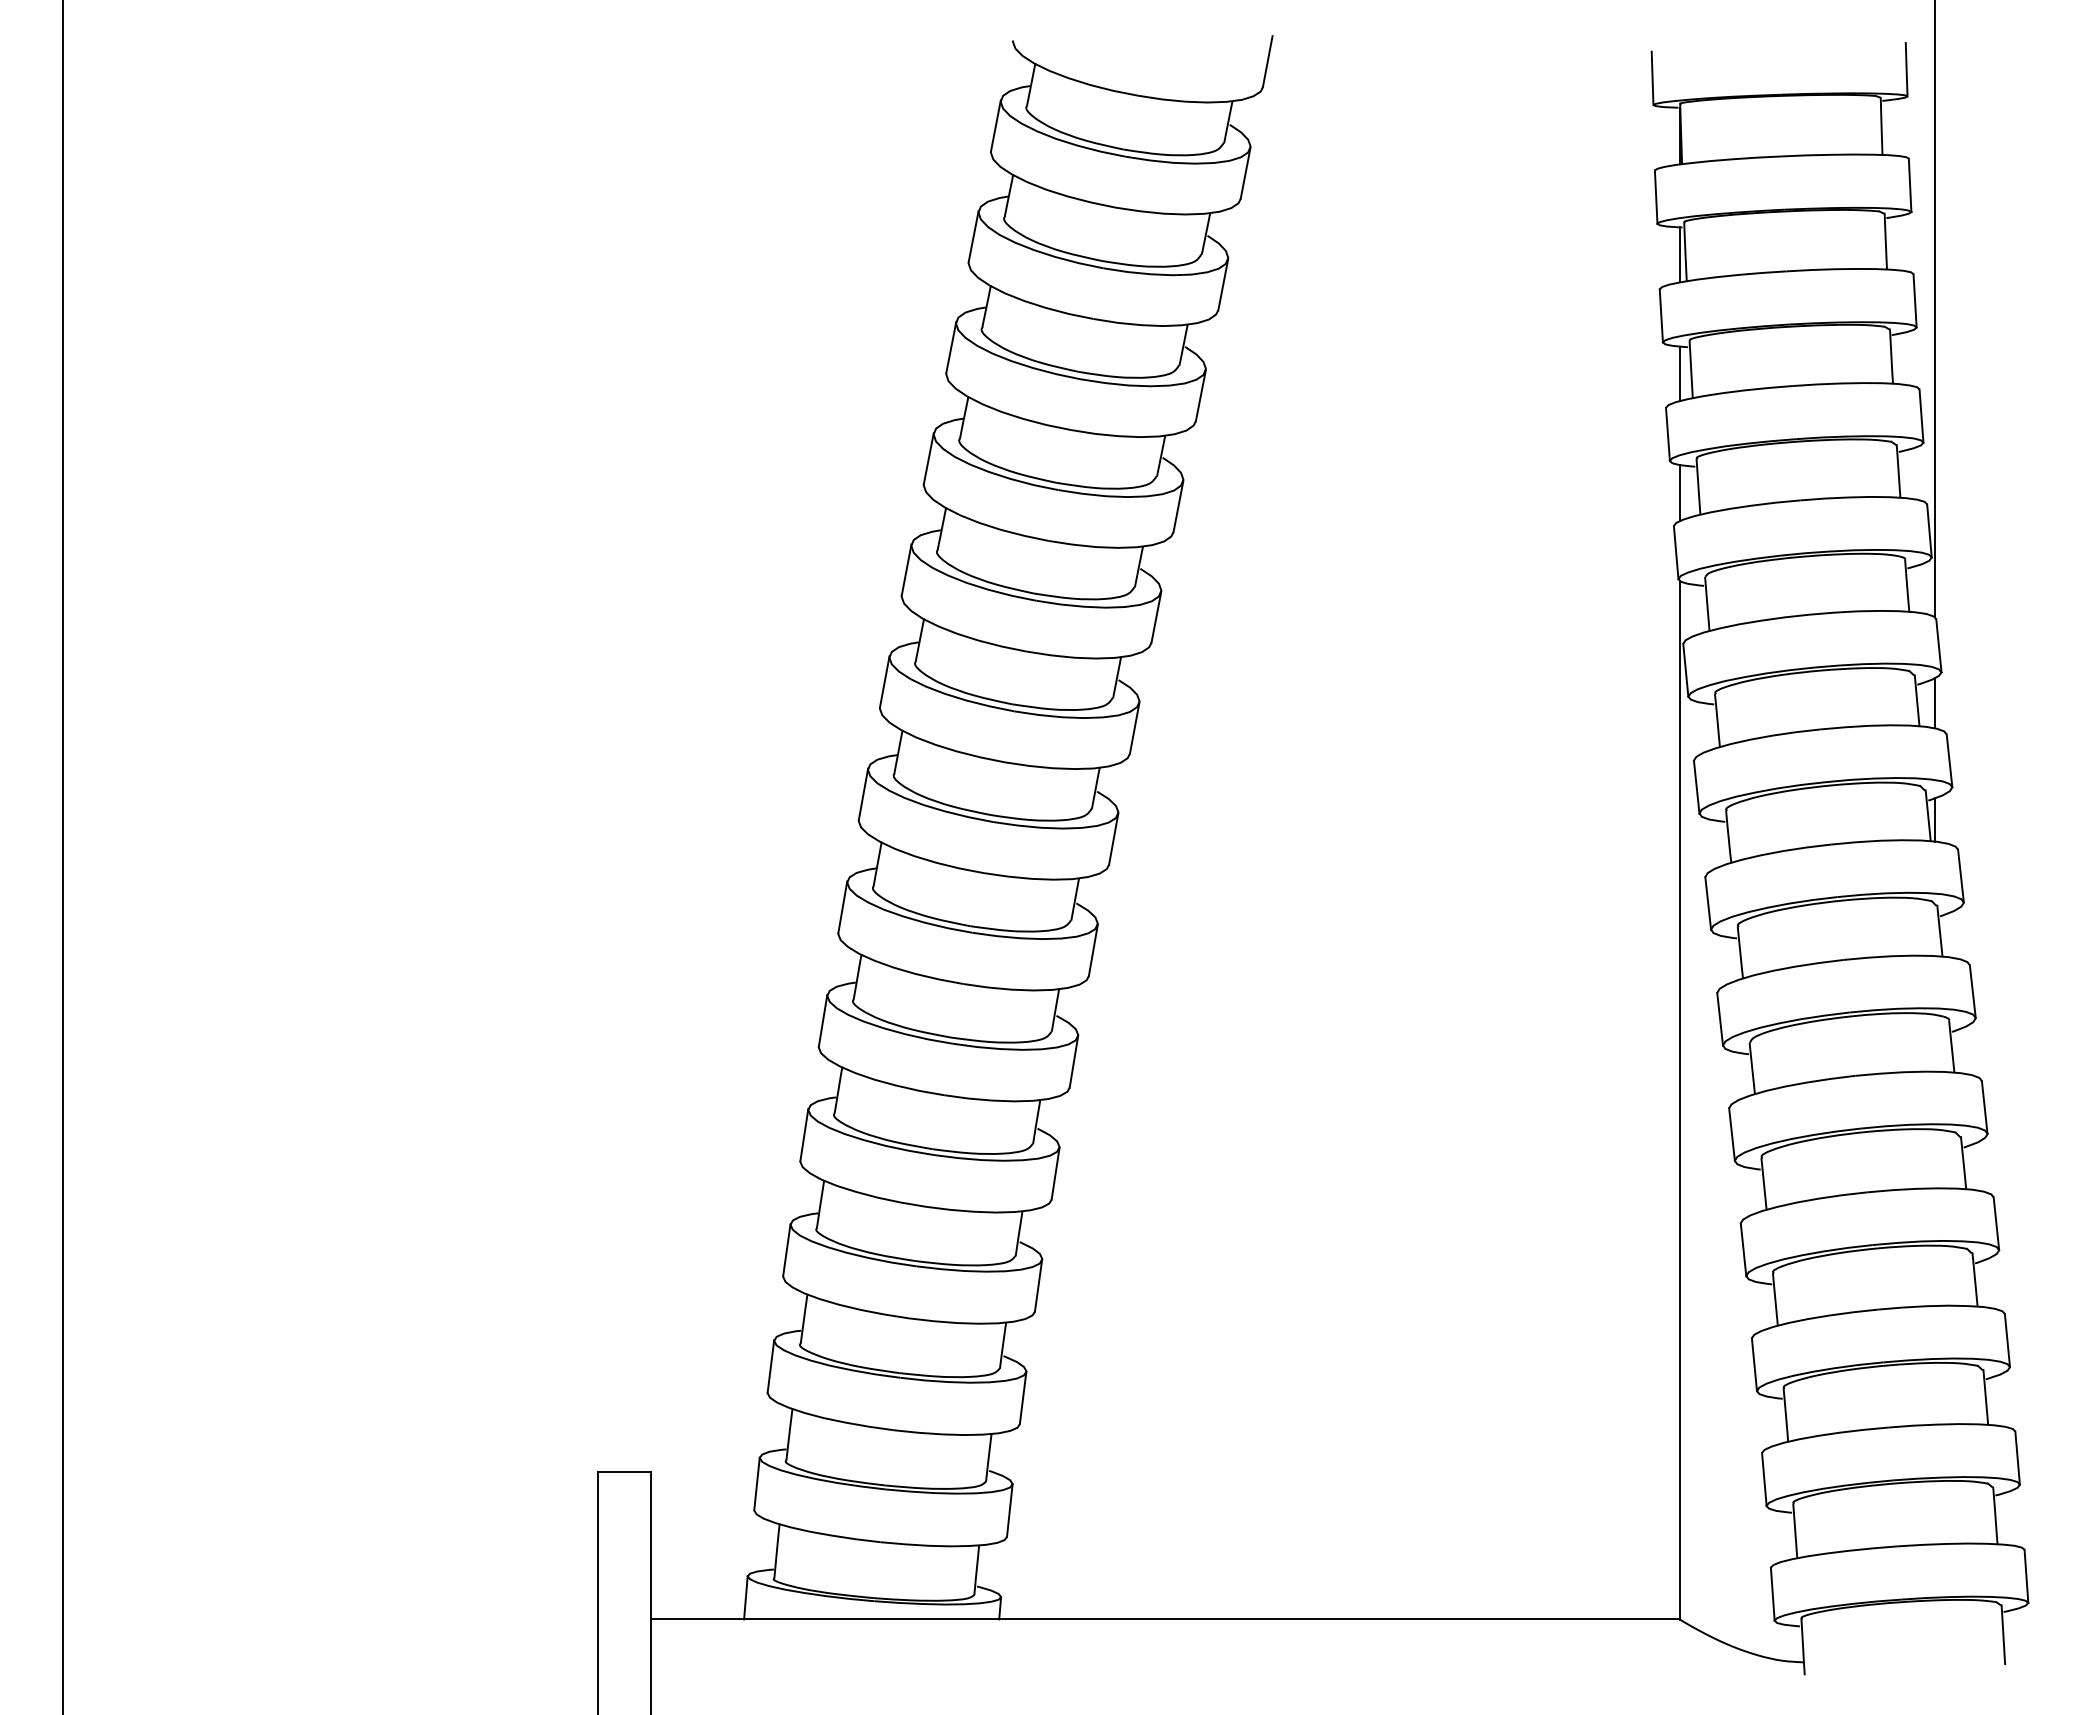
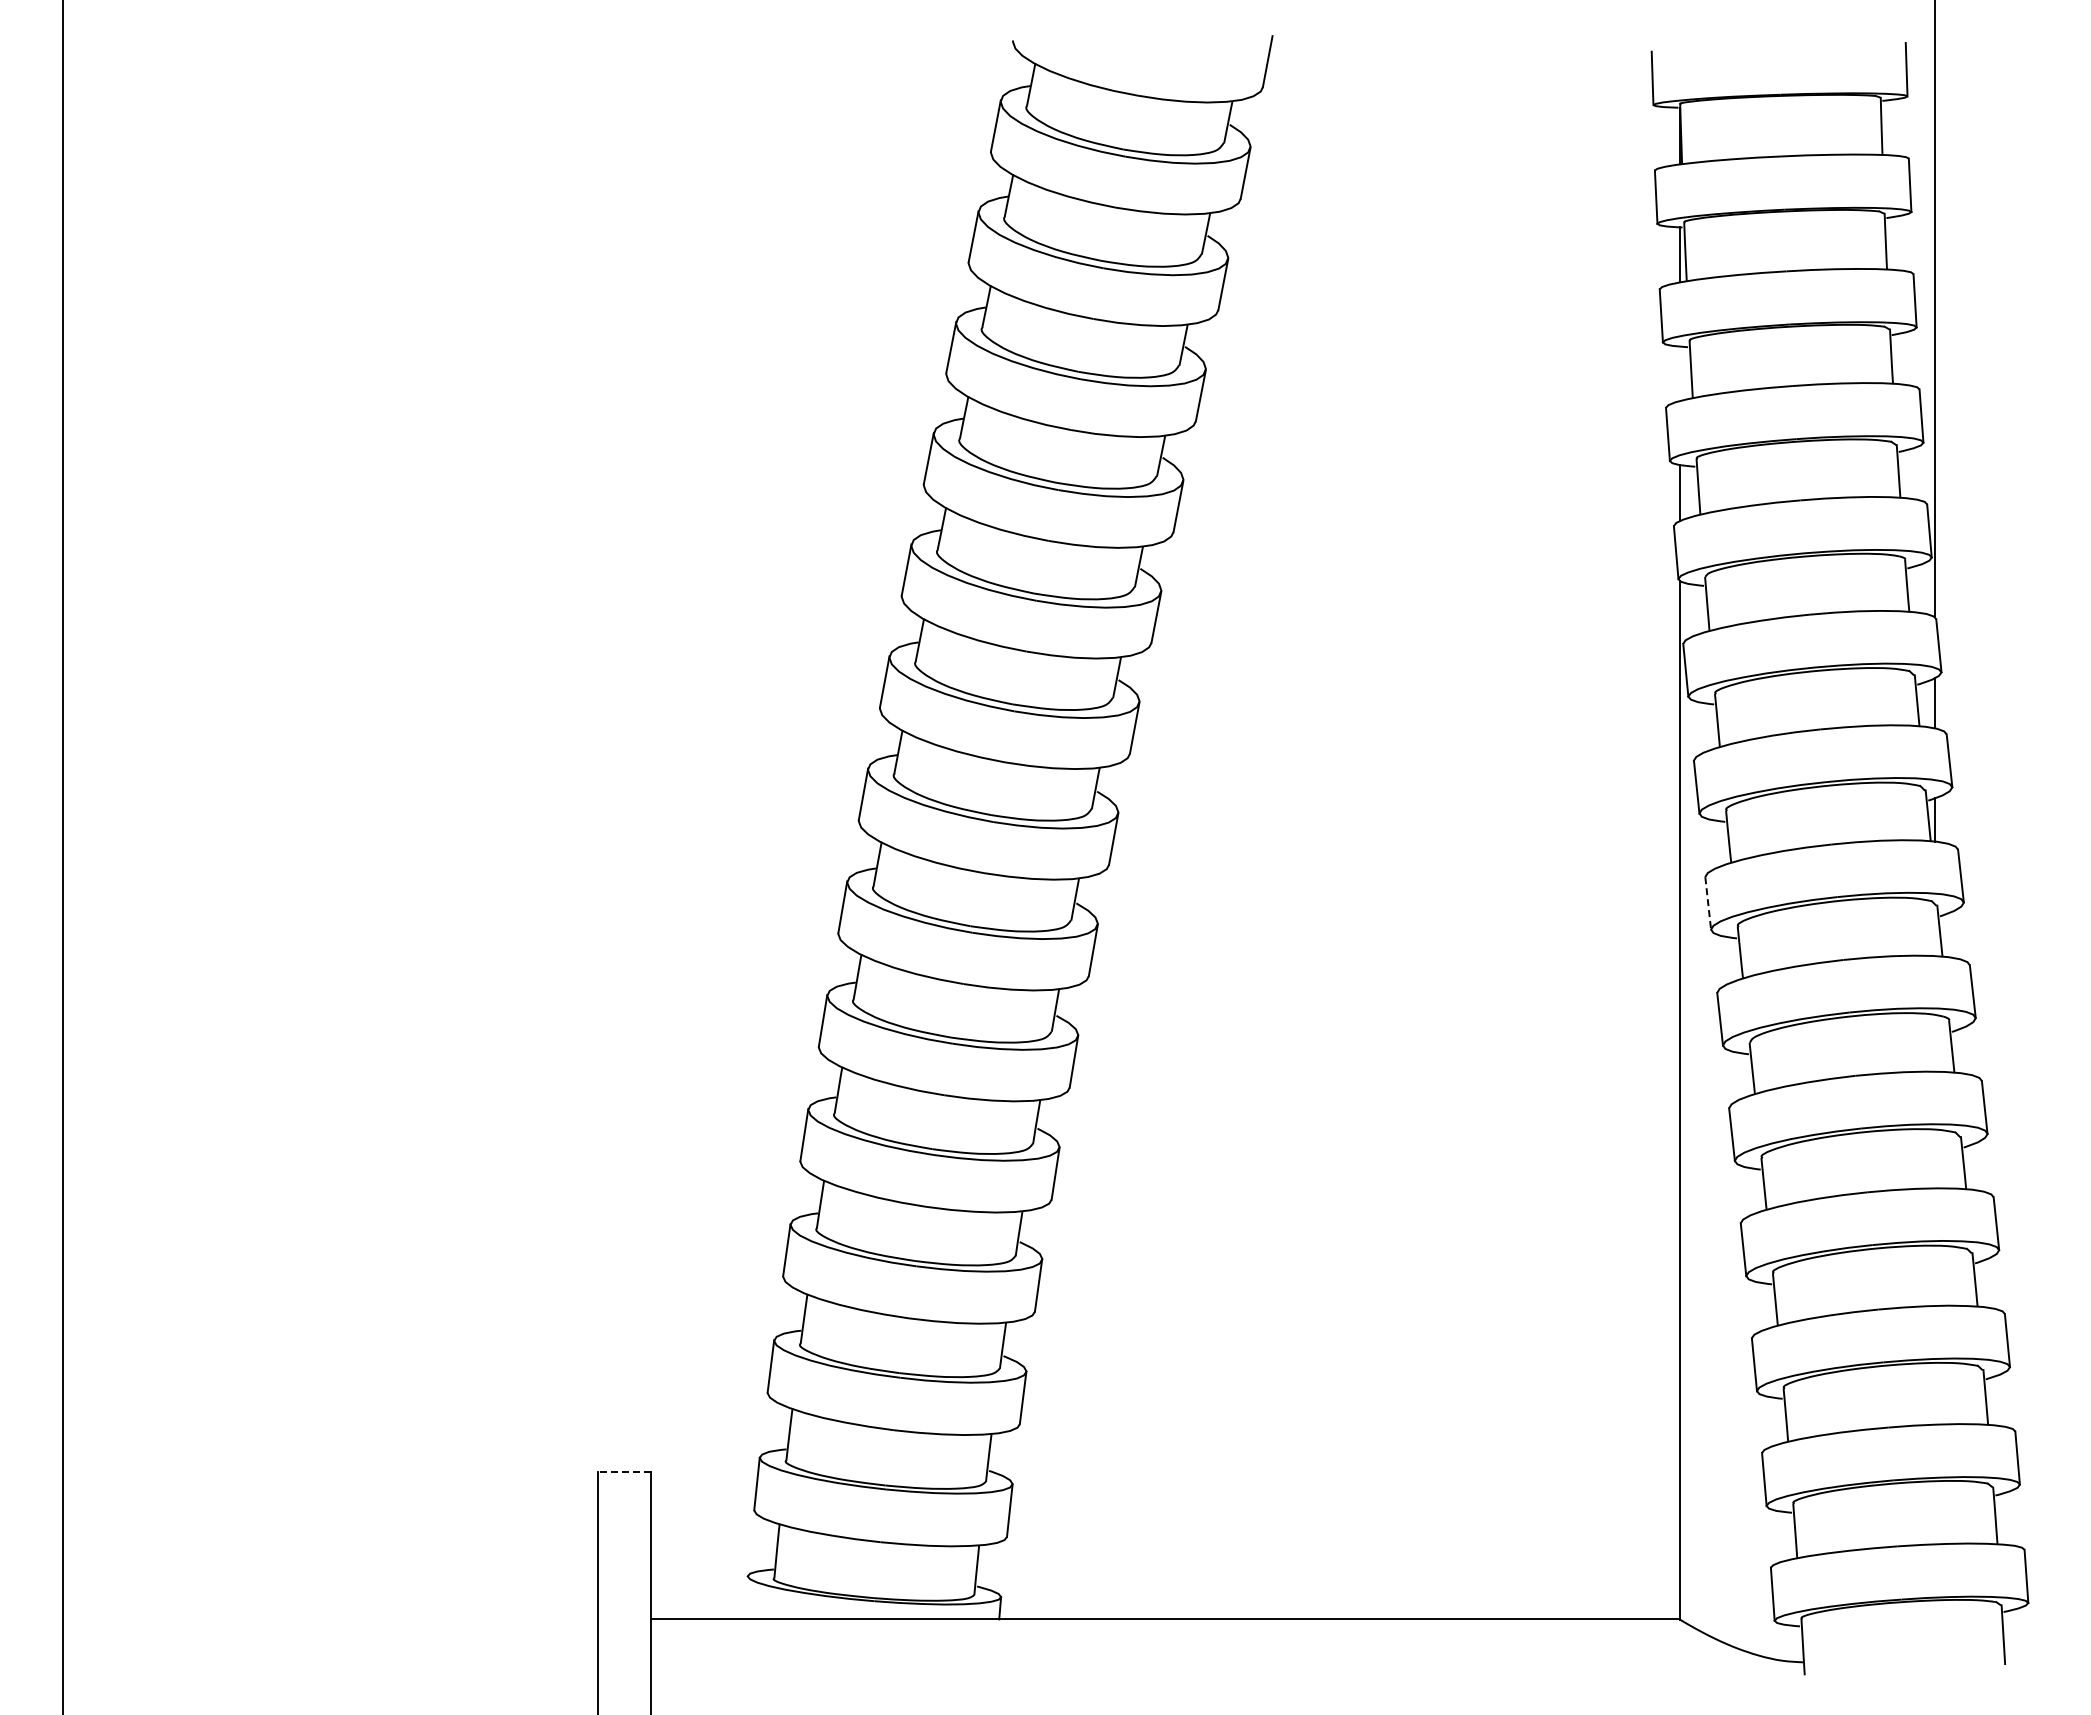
line at (1679, 373): present -> none
line at (1708, 903): solid -> dashed
line at (624, 1472): solid -> dashed
line at (745, 1597): present -> none
